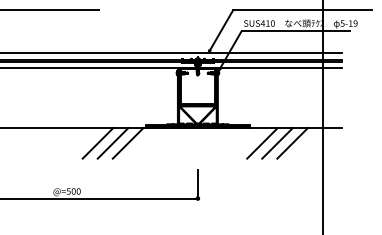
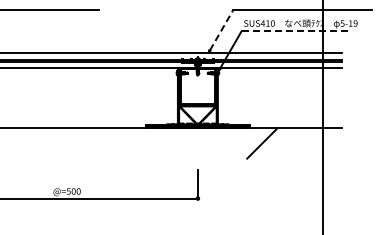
line at (221, 29): solid -> dashed
line at (296, 31): solid -> dashed
line at (97, 143): present -> none
line at (112, 143): present -> none
line at (127, 143): present -> none
line at (277, 143): present -> none
line at (292, 143): present -> none
